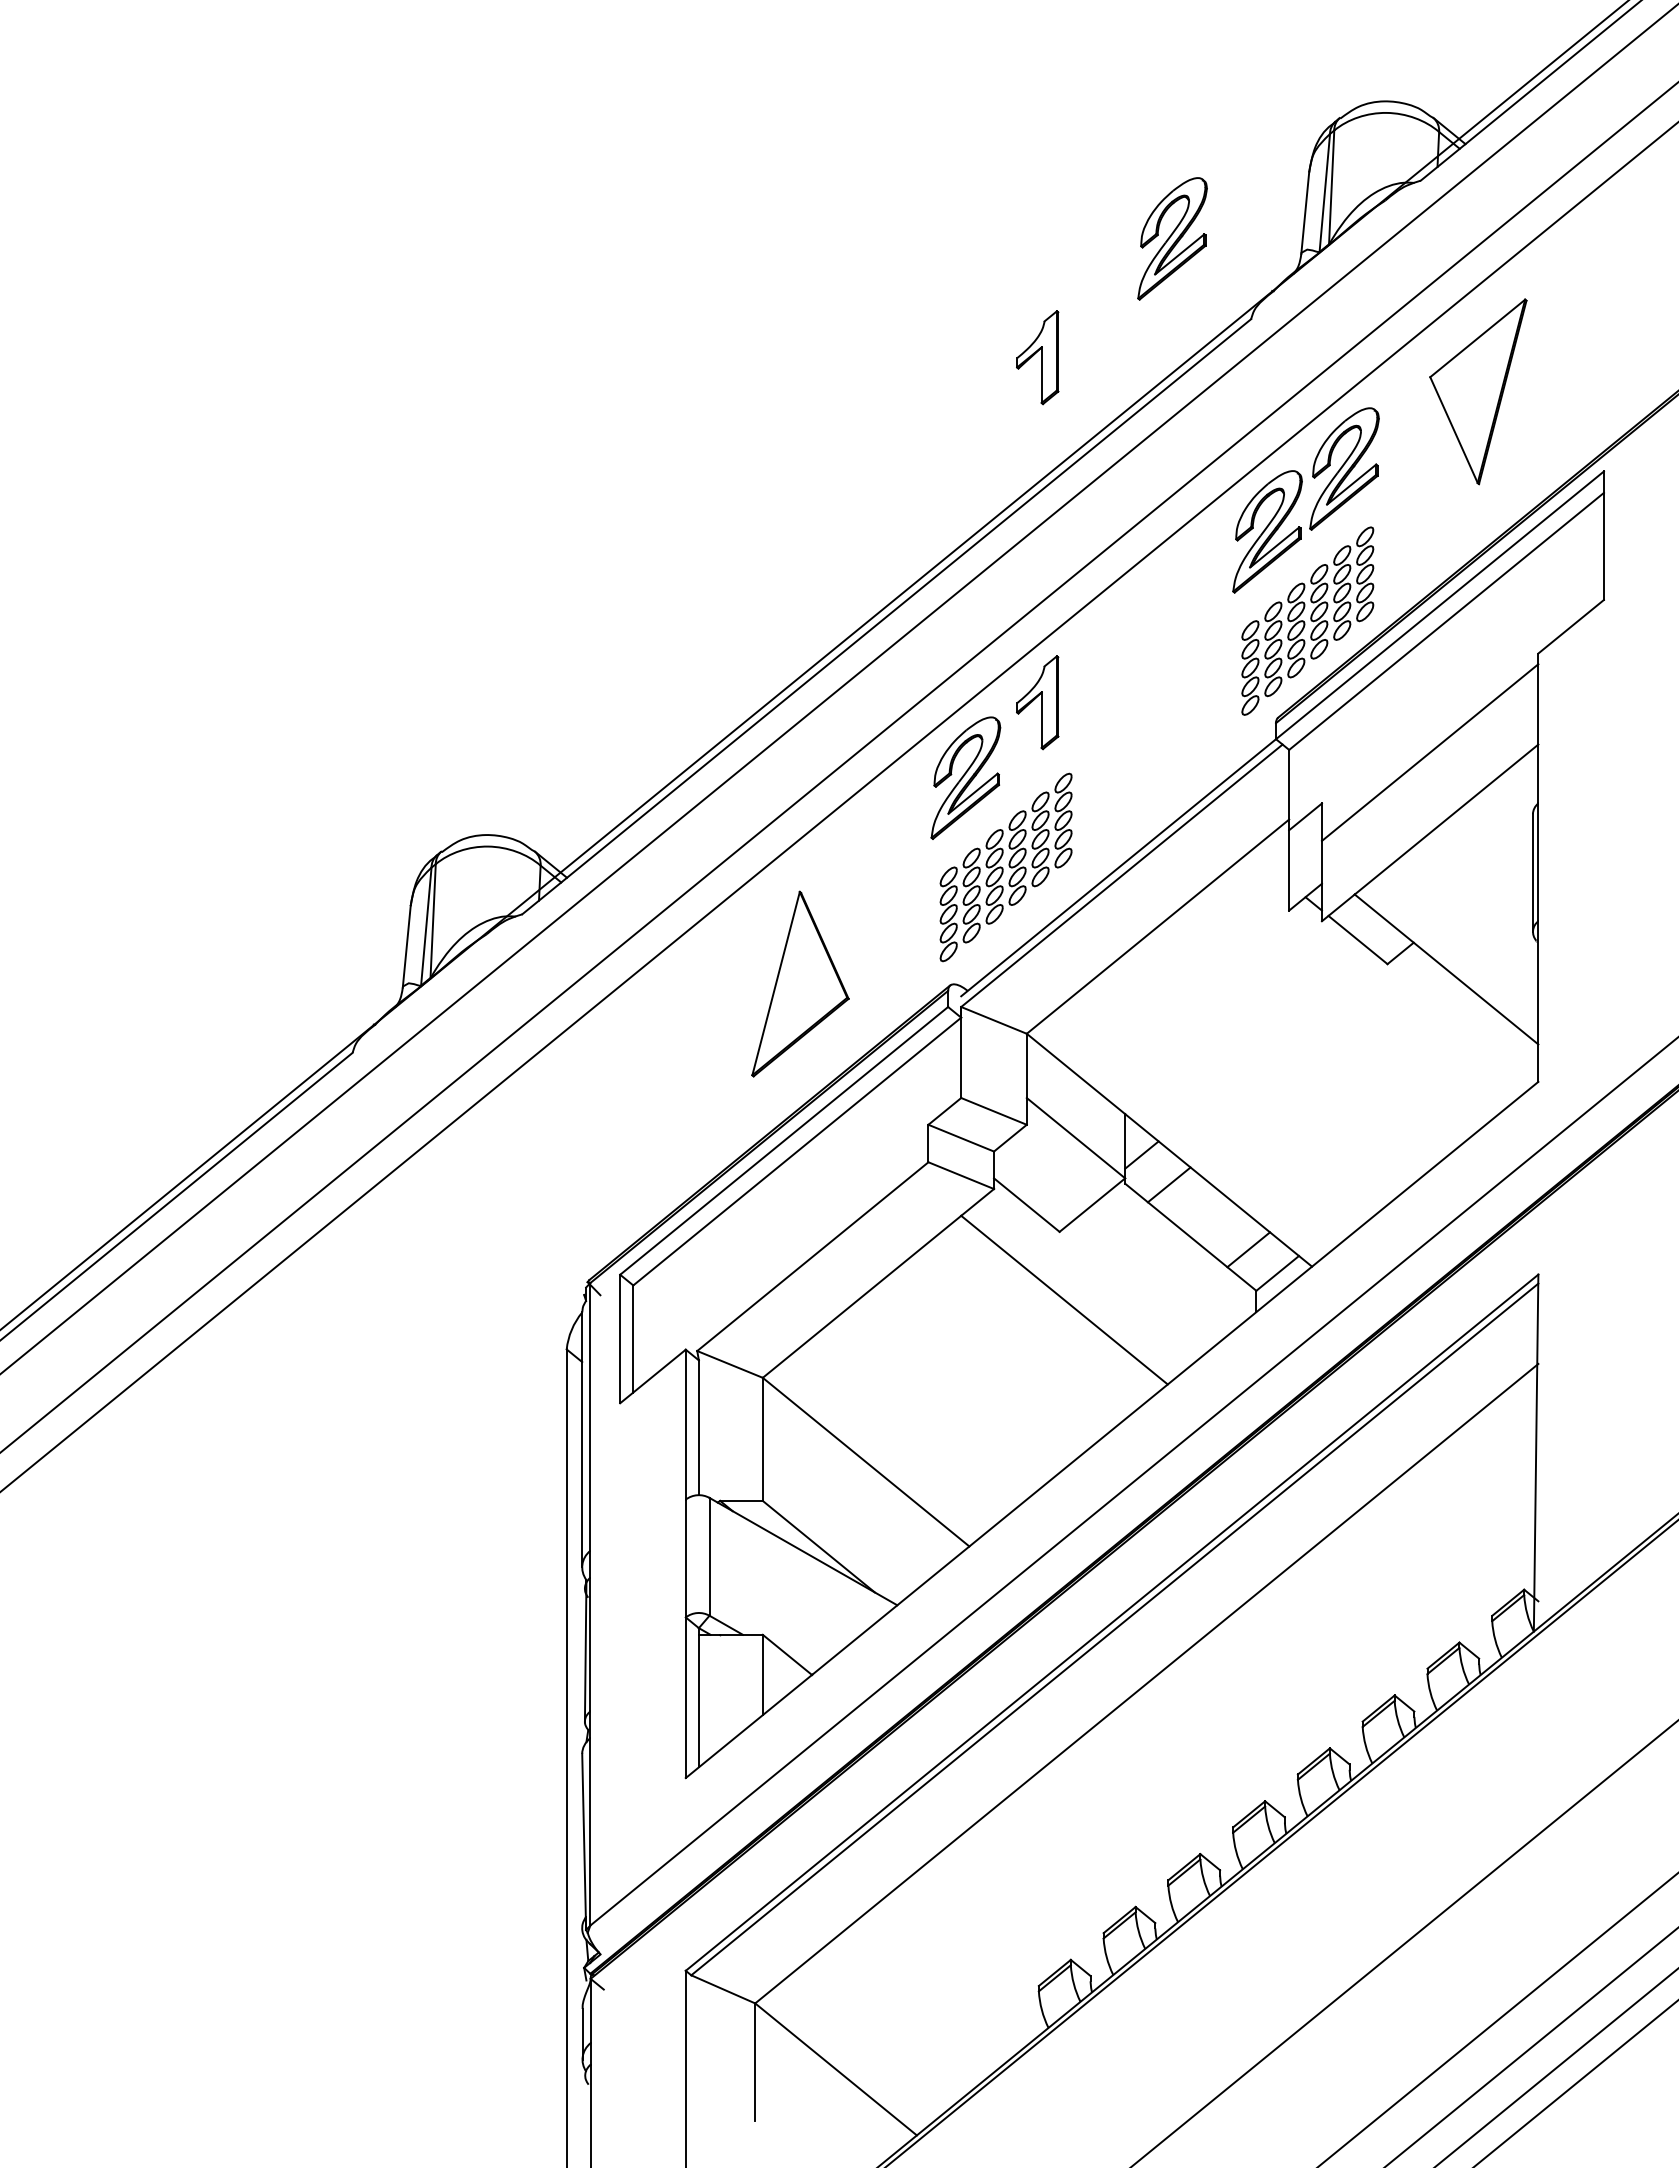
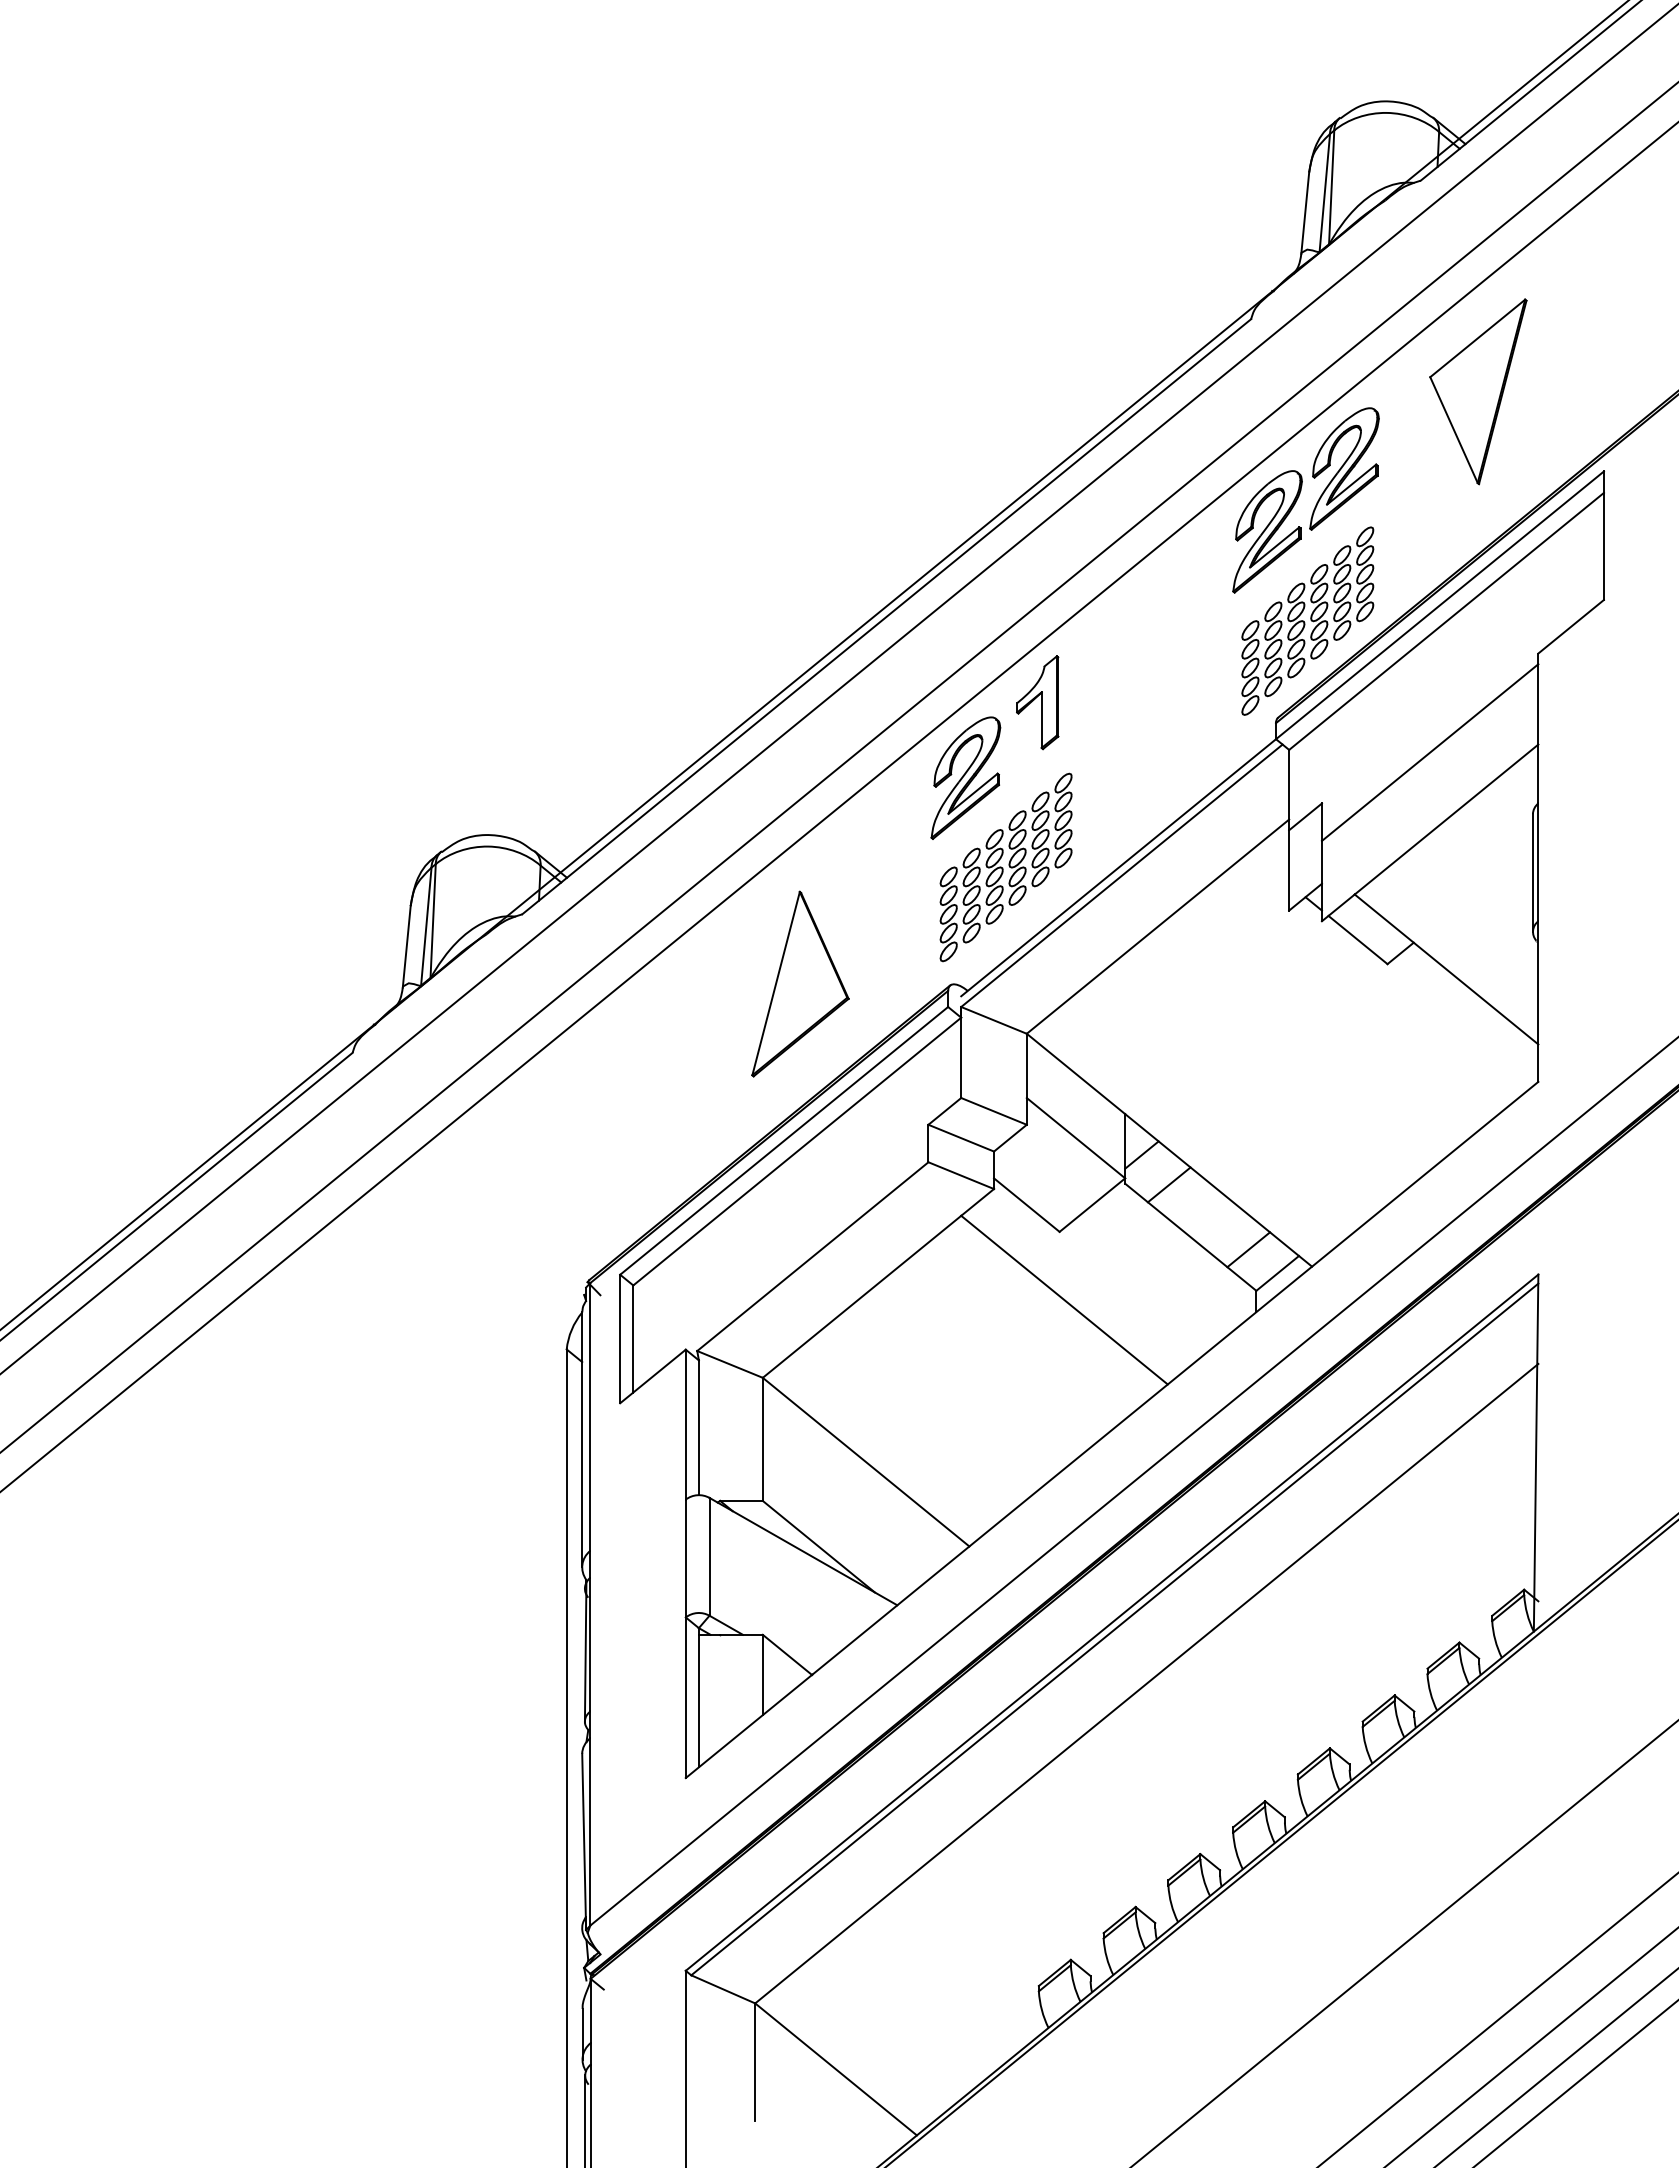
part at (1172, 238): present -> none
part at (1037, 357): present -> none
line at (585, 2119): none -> present
